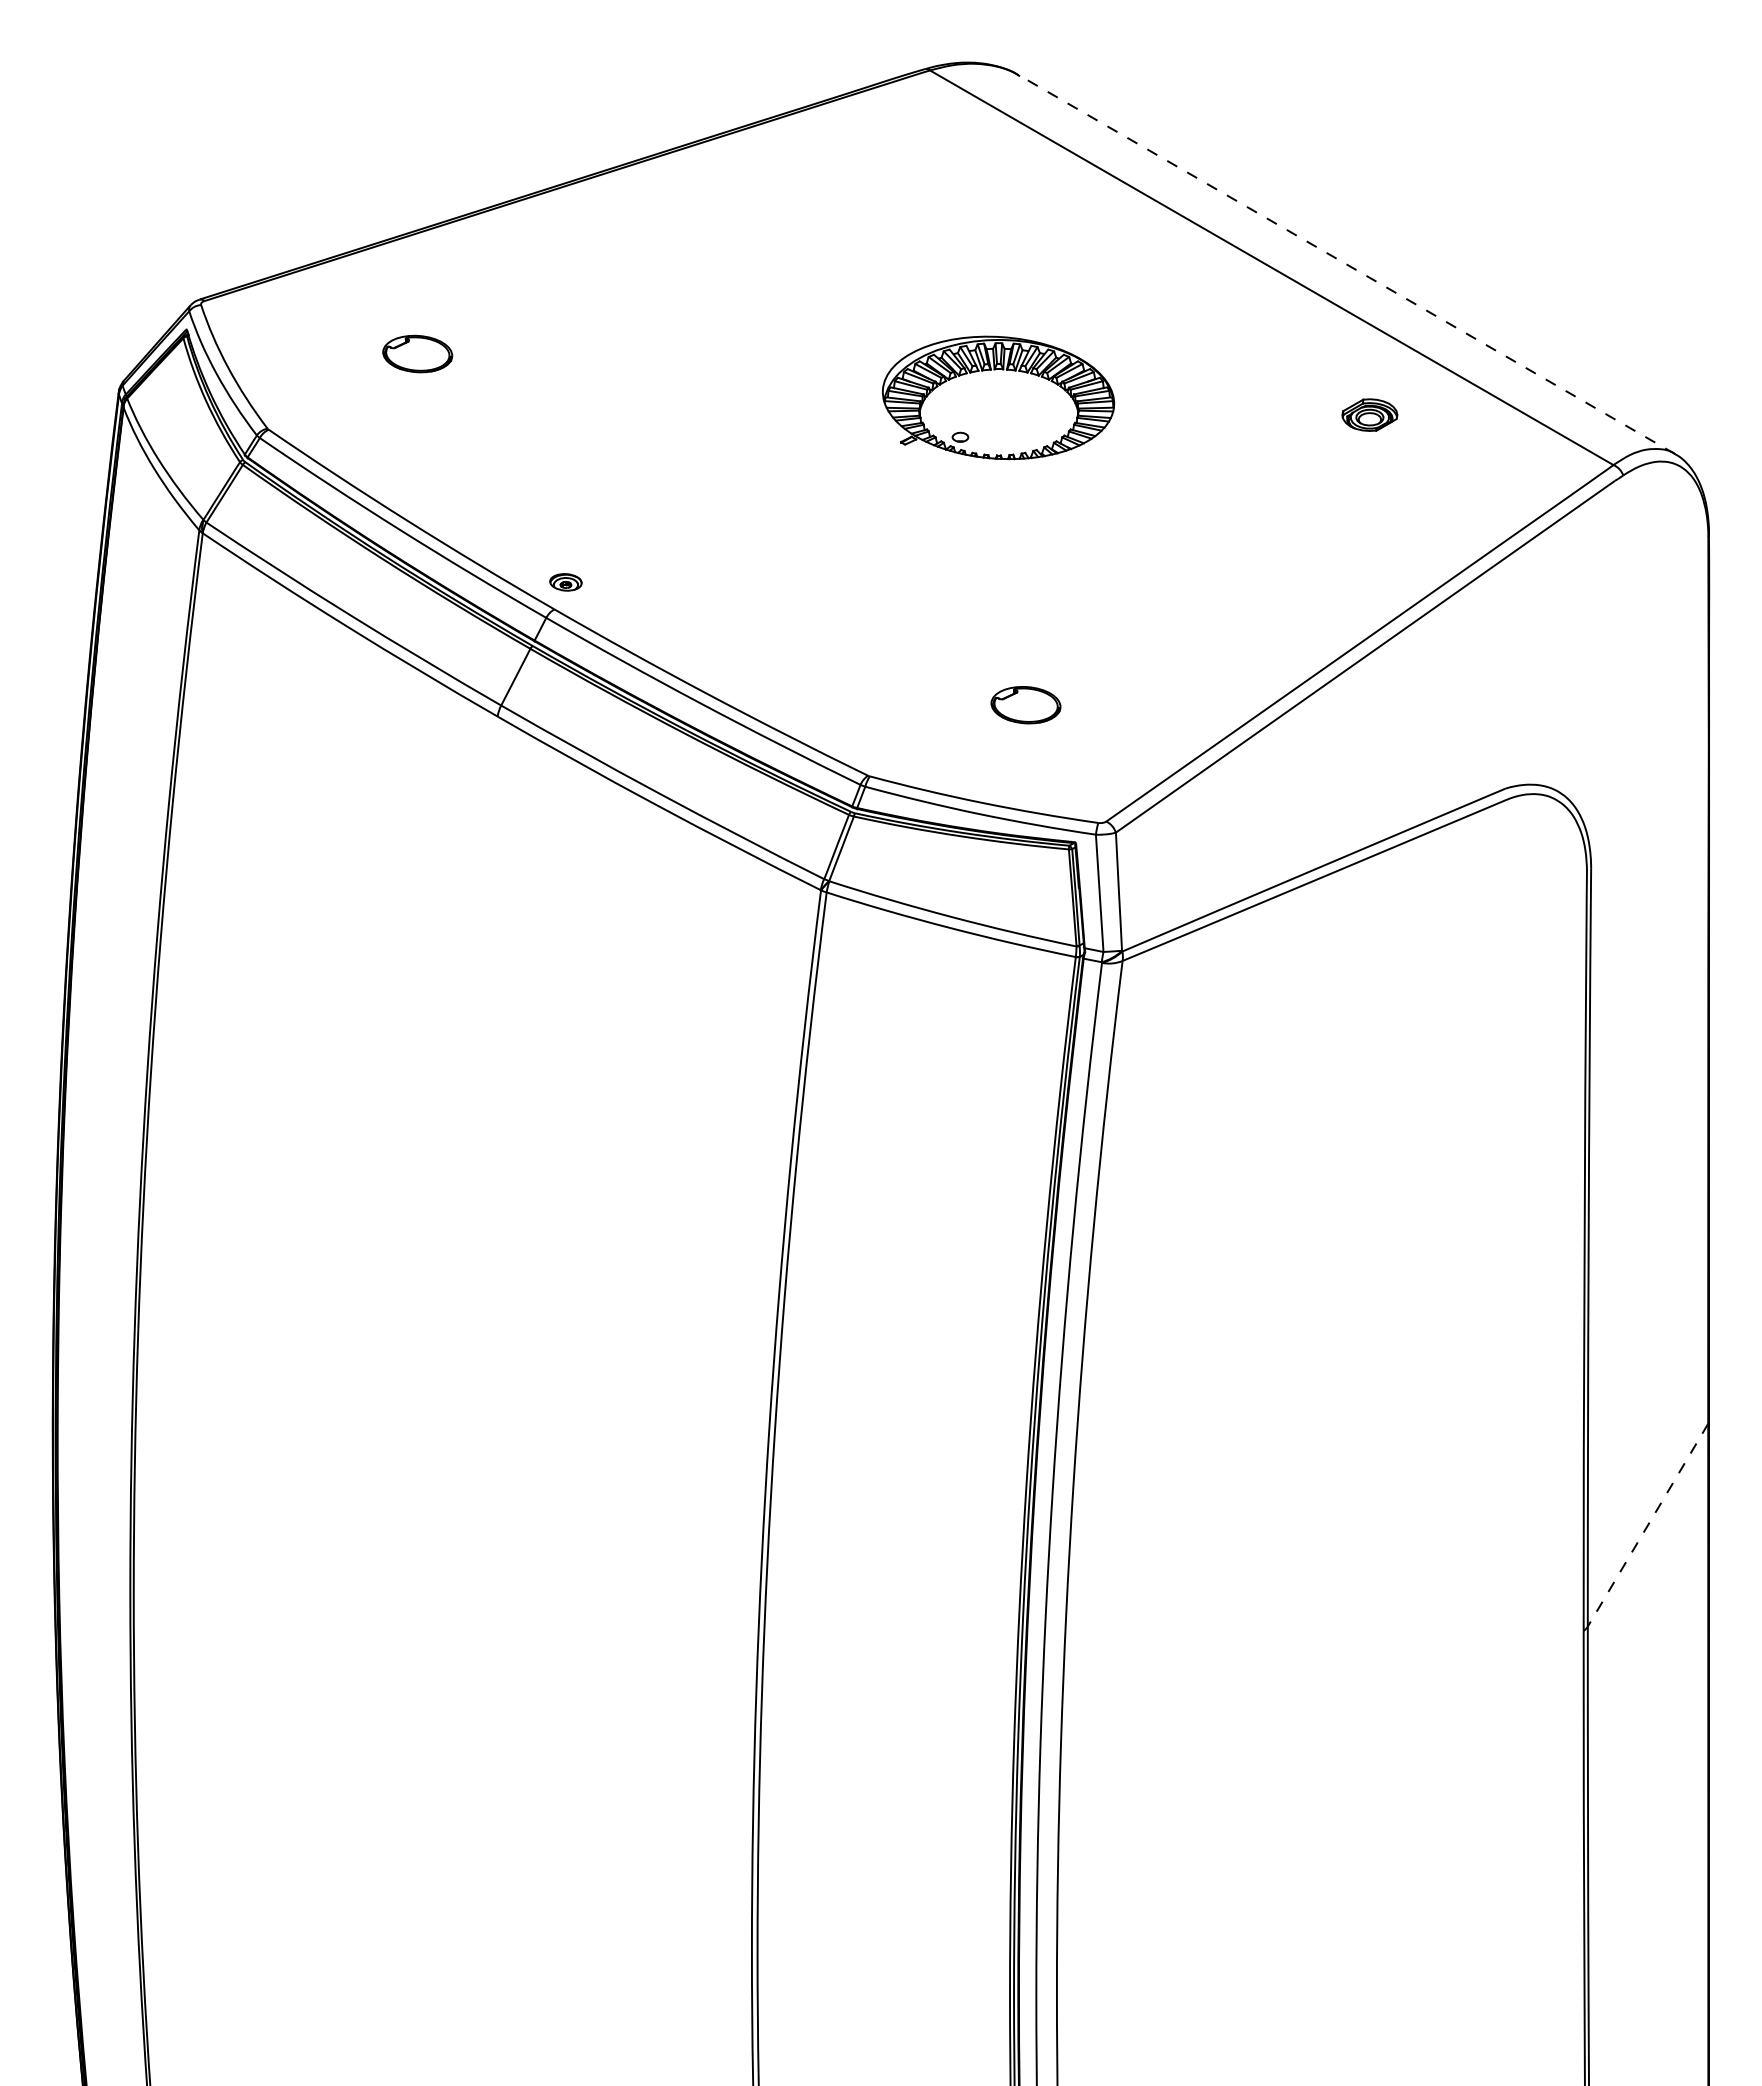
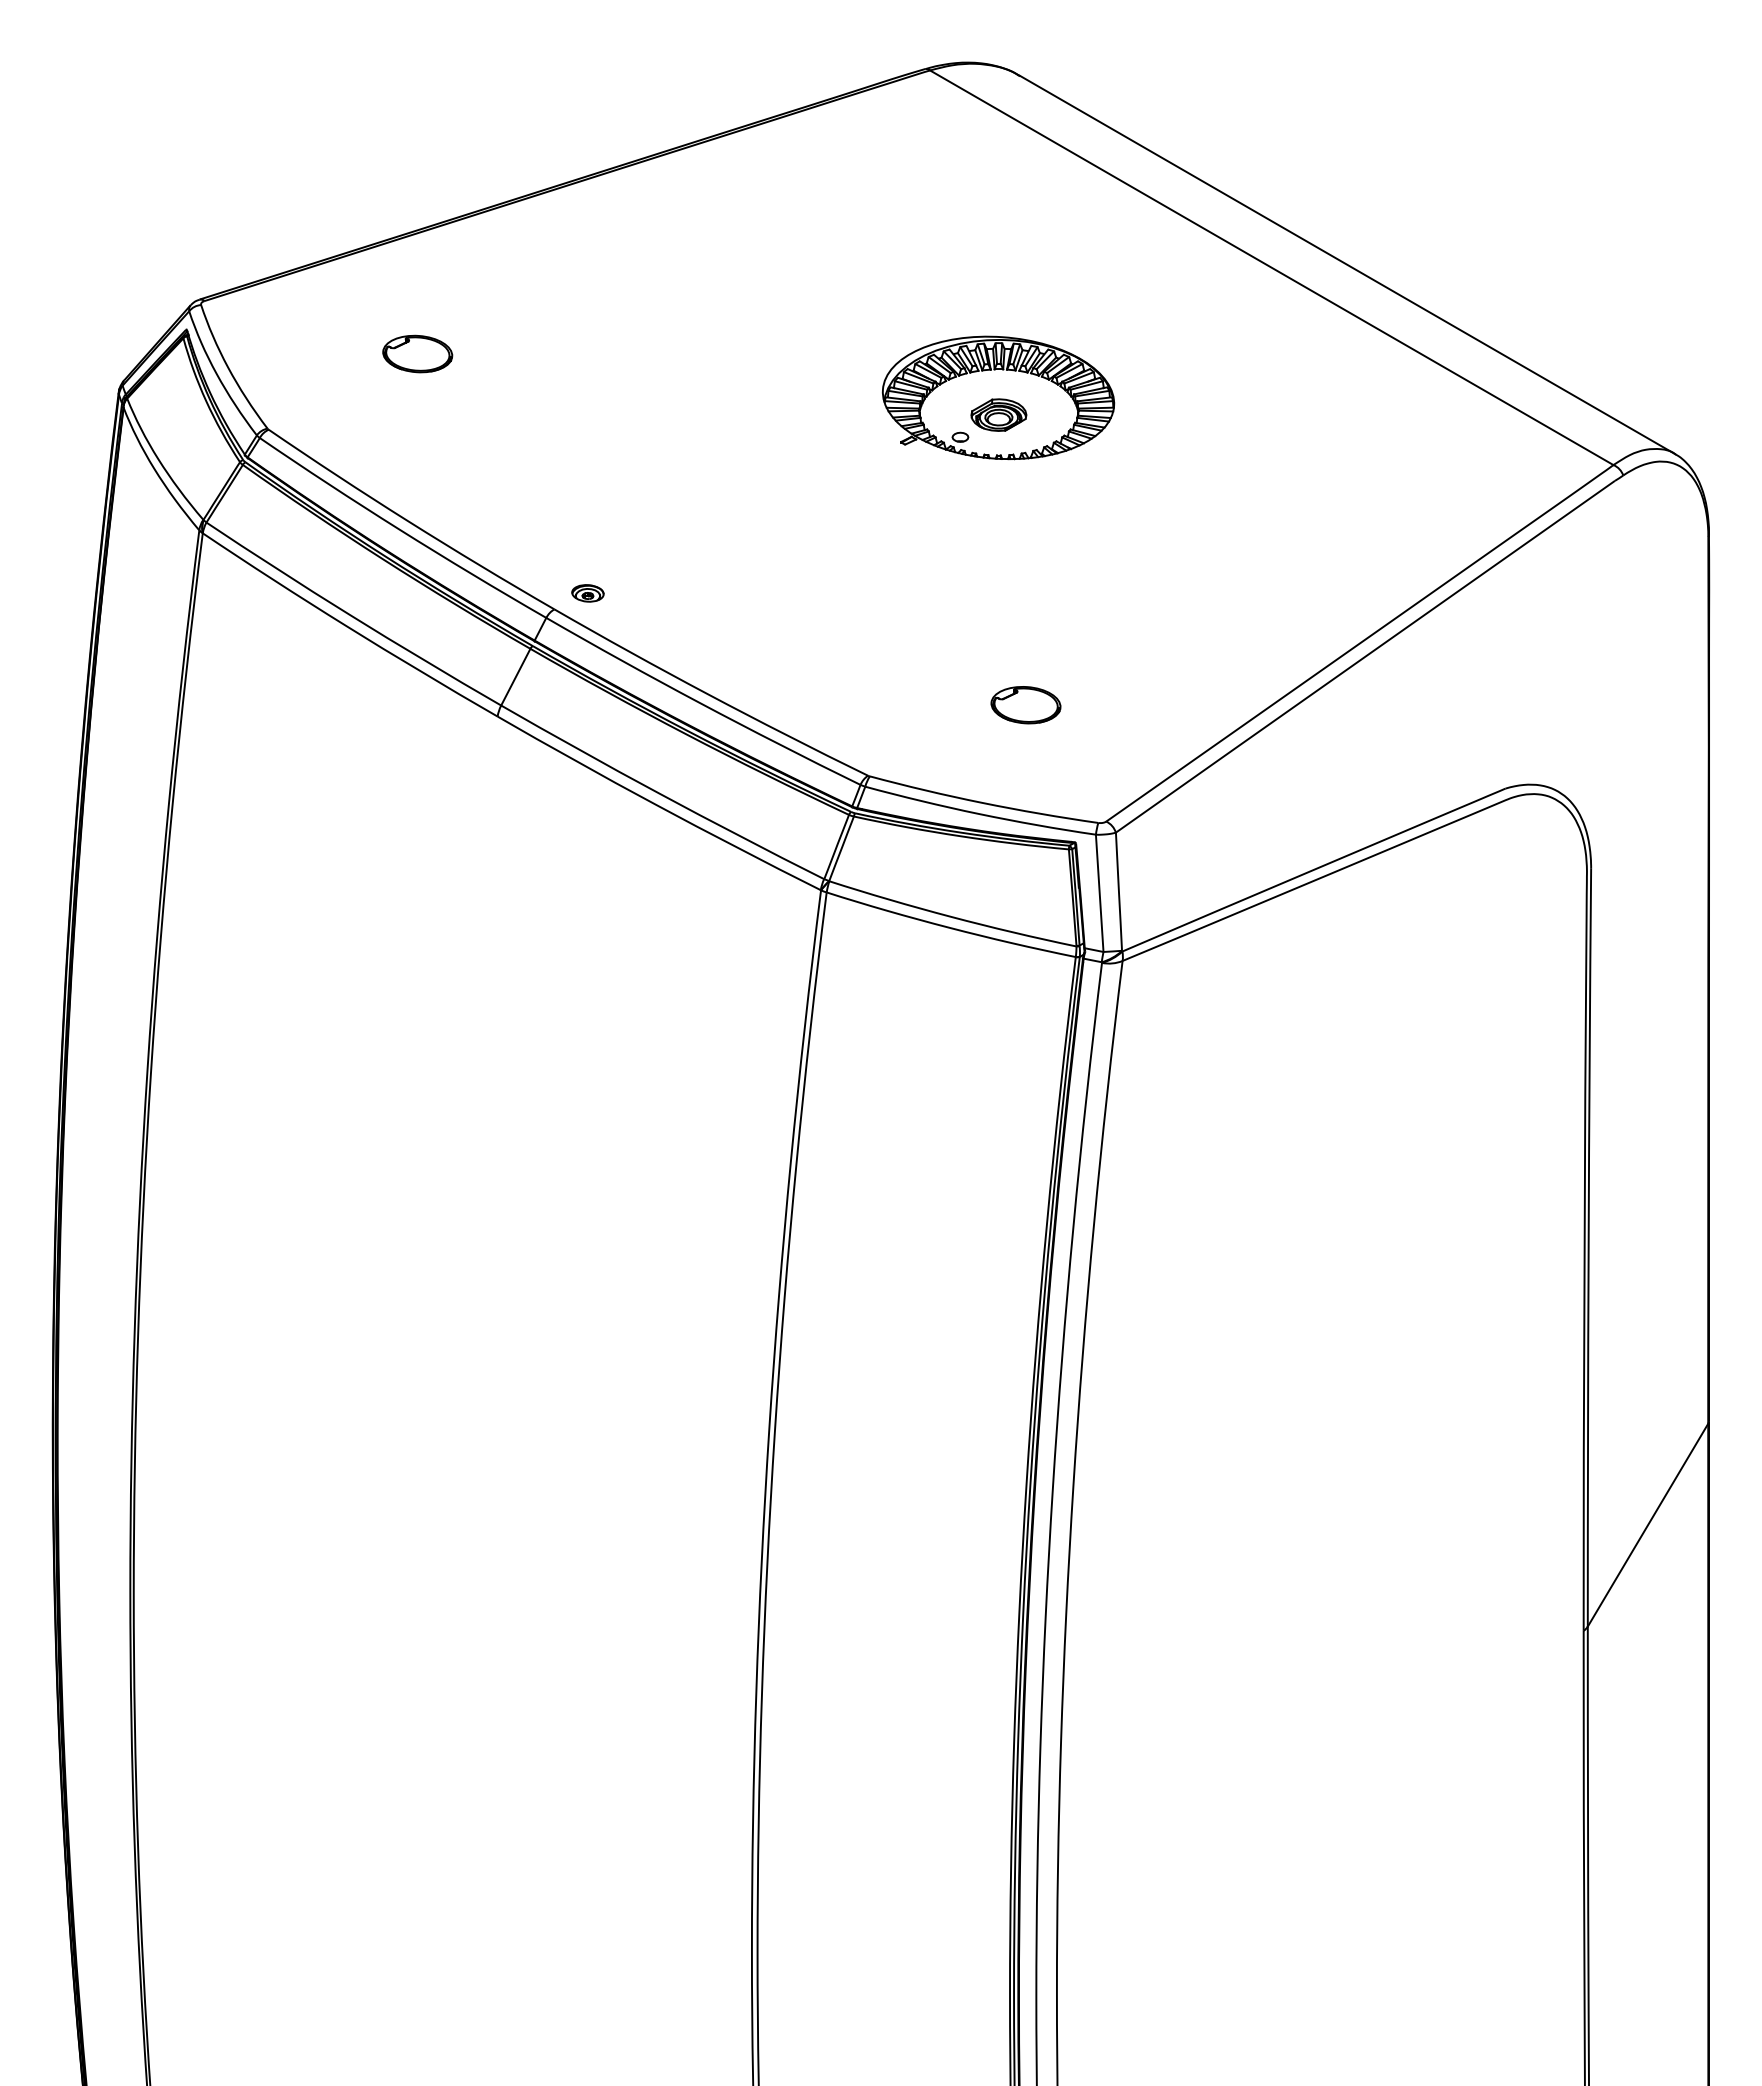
line at (1347, 264): dashed -> solid
part at (1369, 414) position: (1369, 414) -> (998, 414)
part at (565, 582) position: (565, 582) -> (587, 593)
line at (1648, 1525): dashed -> solid
